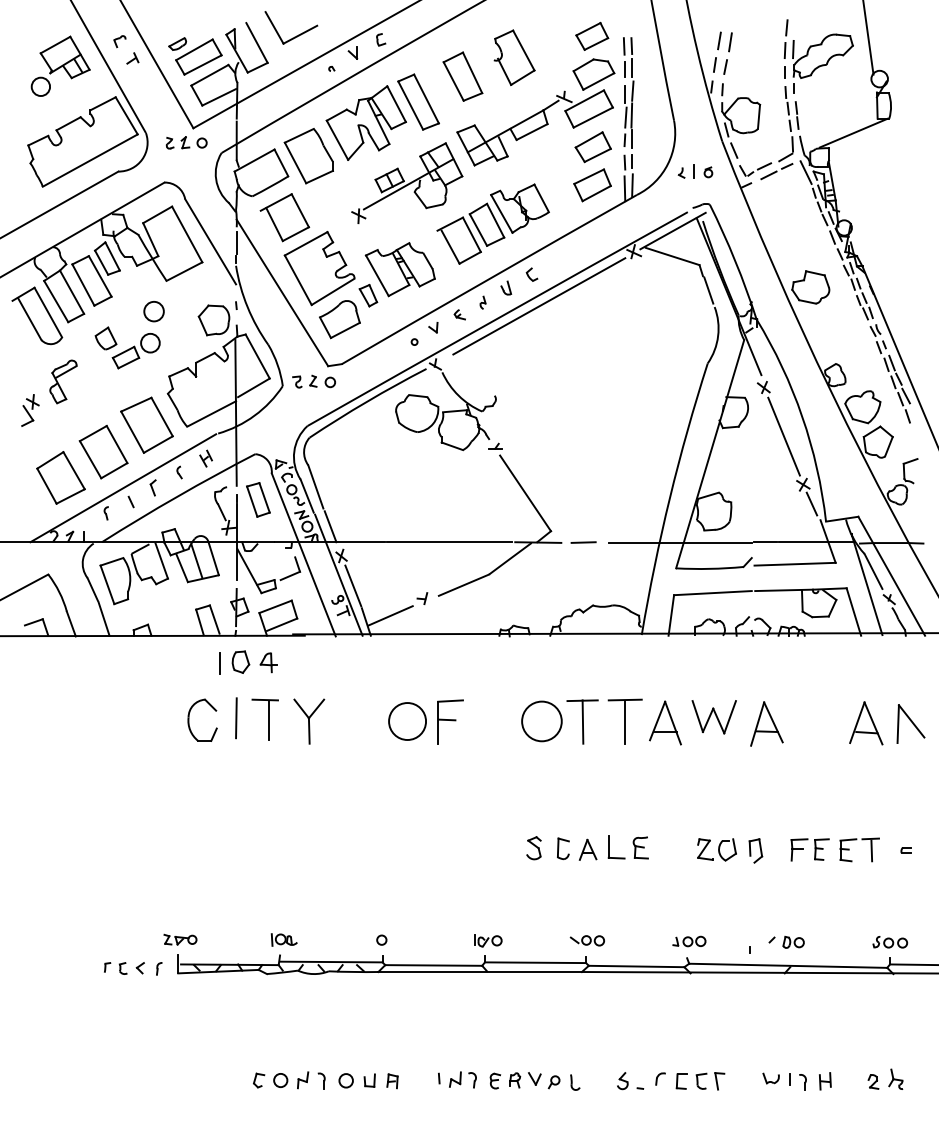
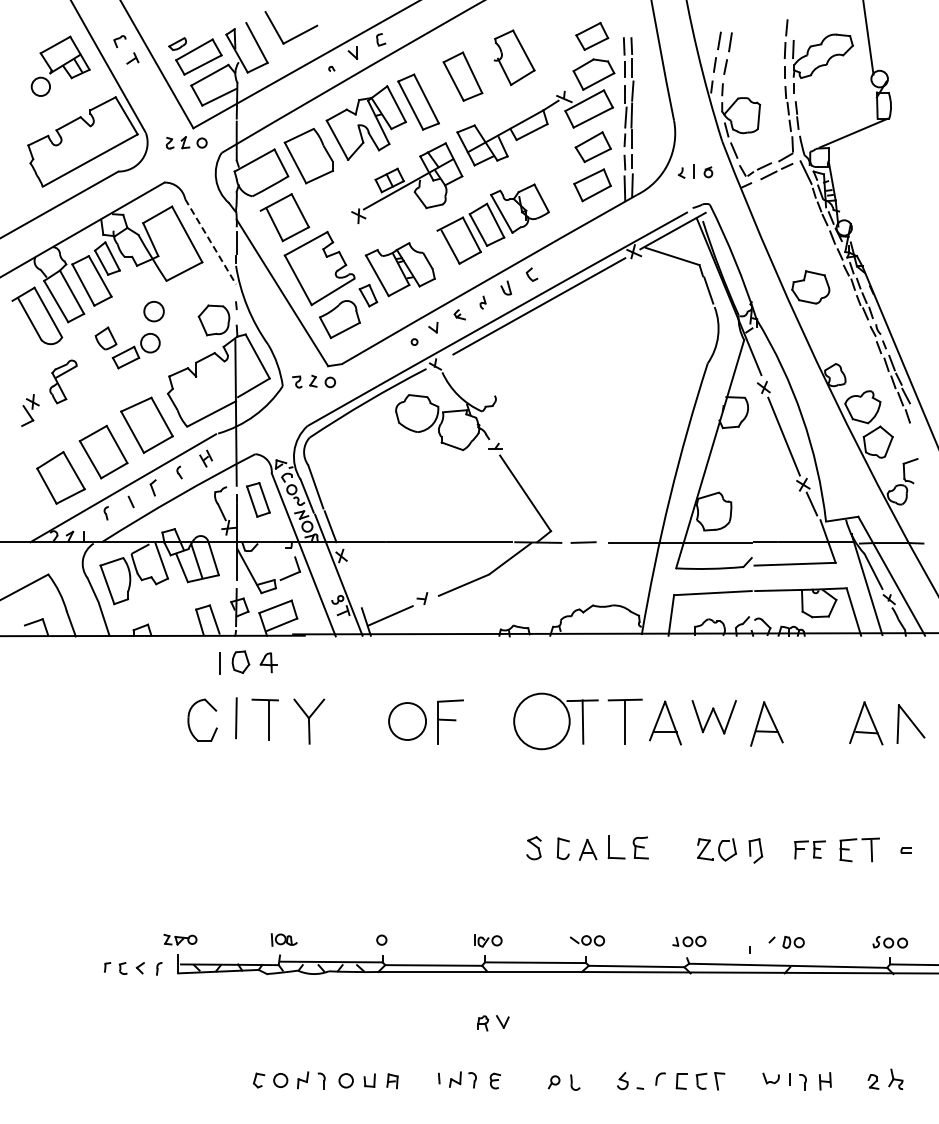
line at (210, 241): solid -> dashed
line at (353, 585): present -> none
circle at (541, 721) diameter: 40 px -> 56 px
part at (809, 849) size: 40x24 px -> 32x20 px
part at (525, 1080) position: (525, 1080) -> (493, 1023)
